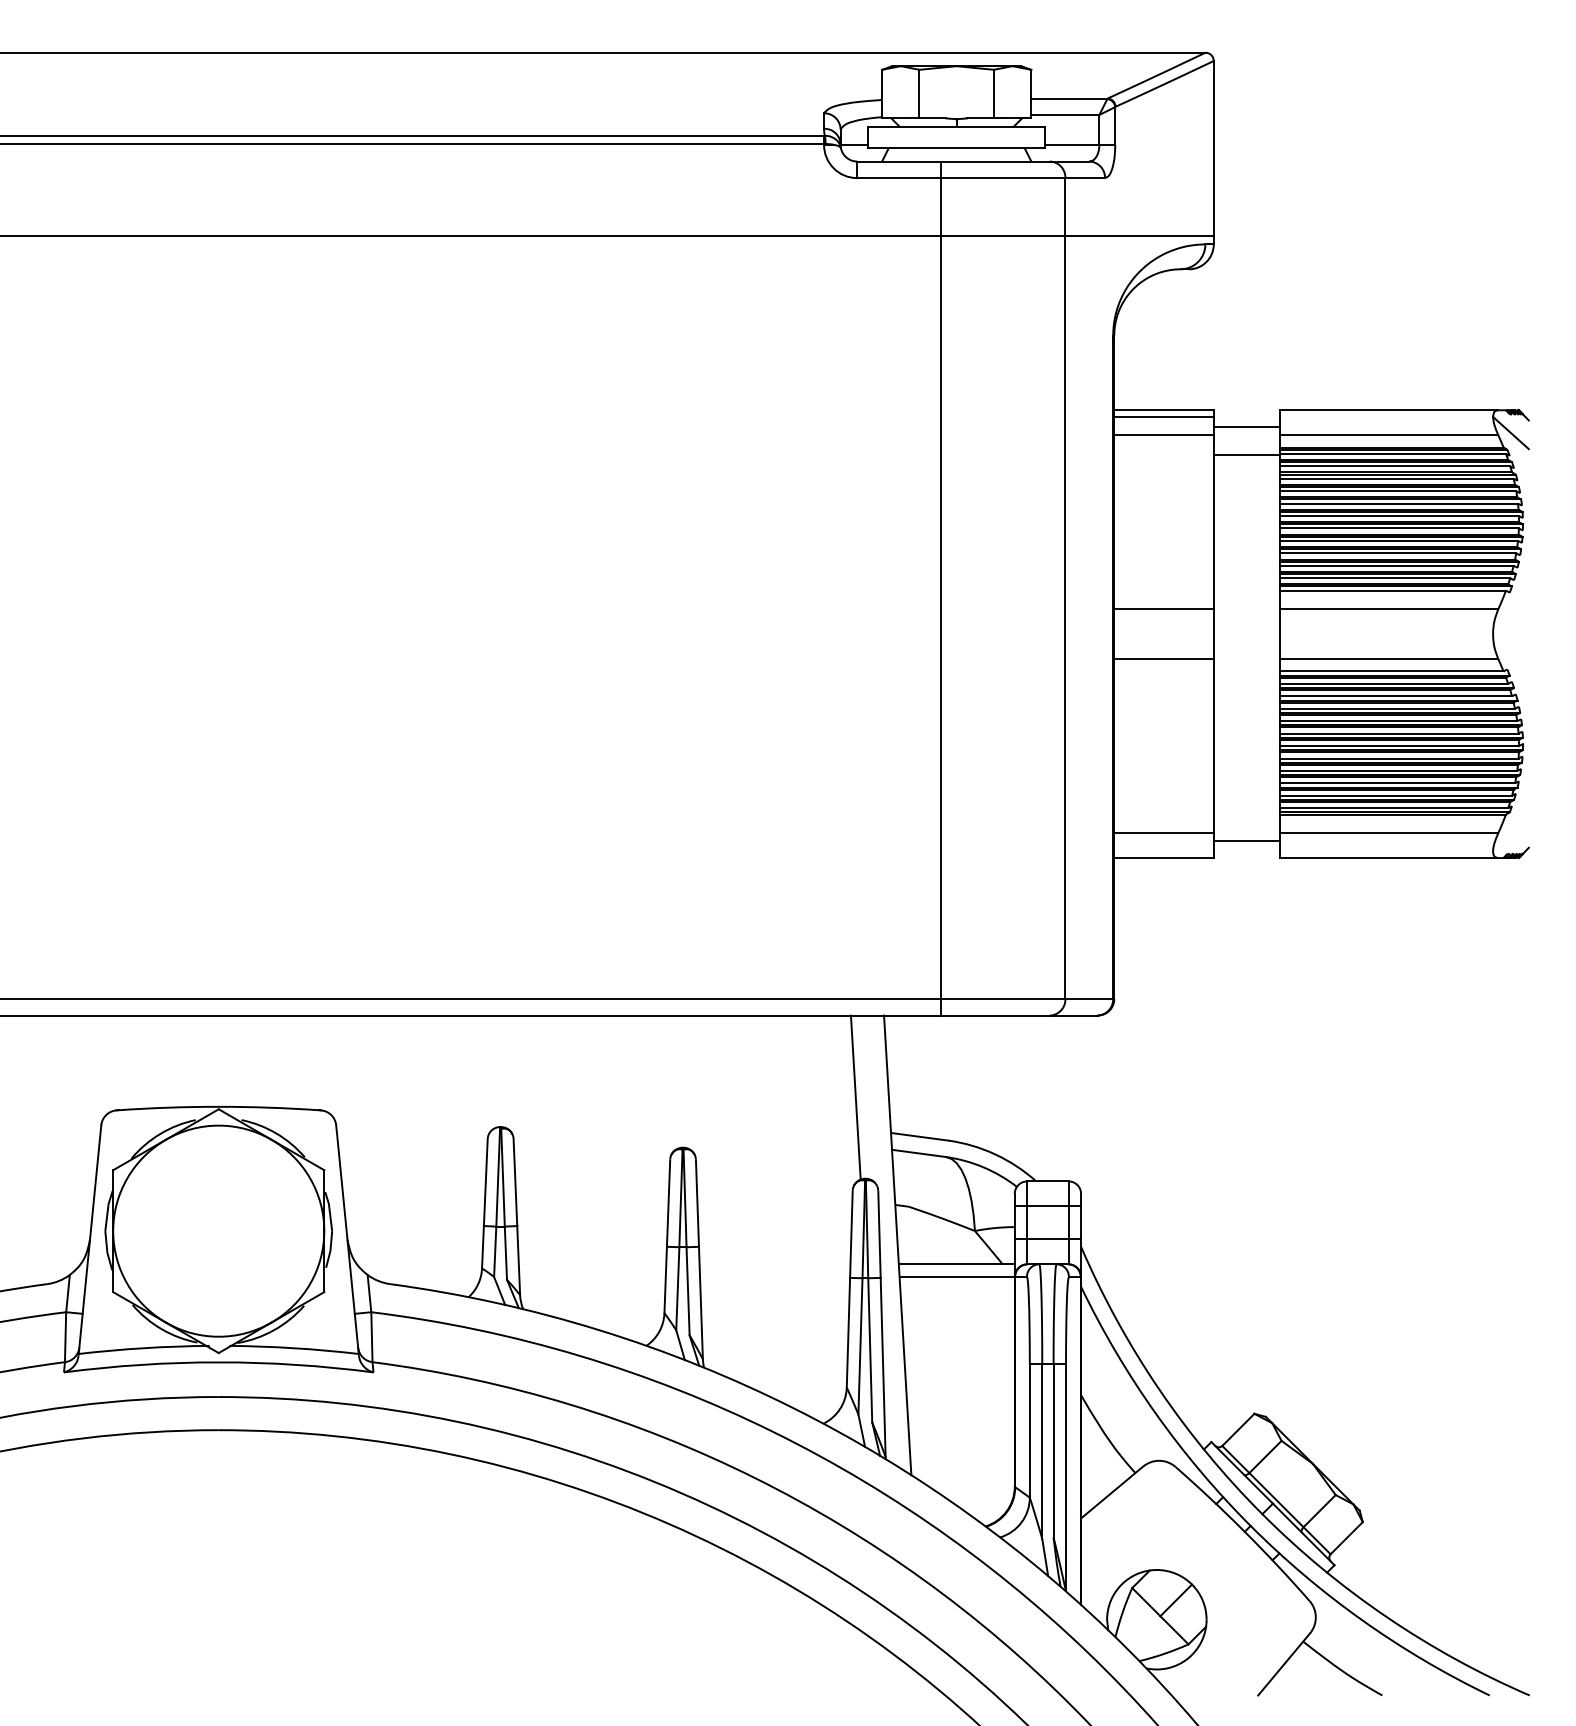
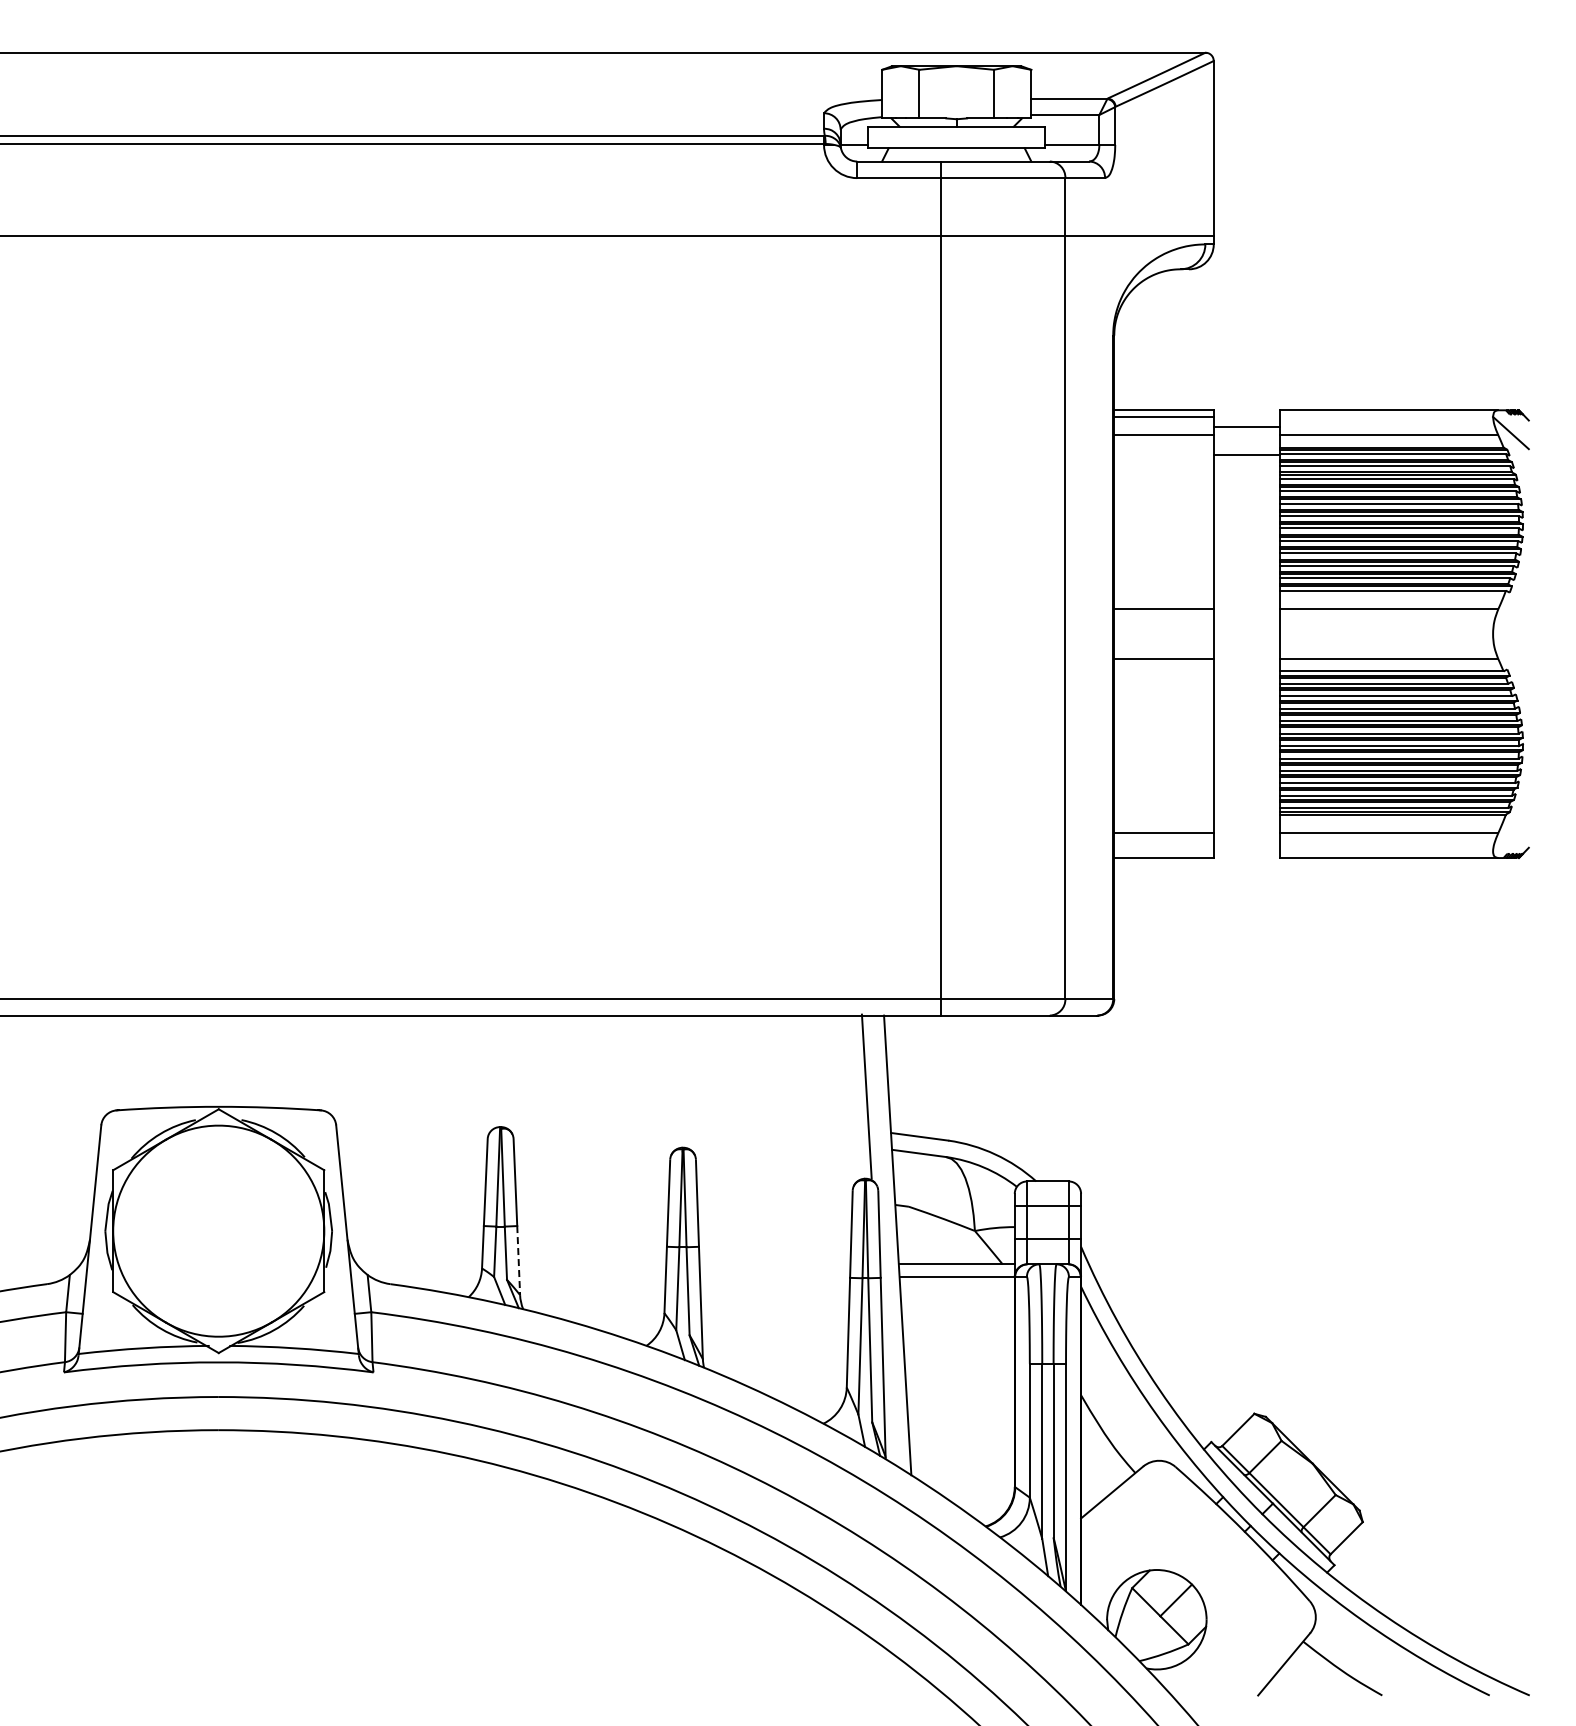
line at (1246, 841): present -> none
line at (855, 1097) position: (855, 1097) -> (866, 1096)
line at (518, 1260): solid -> dashed
